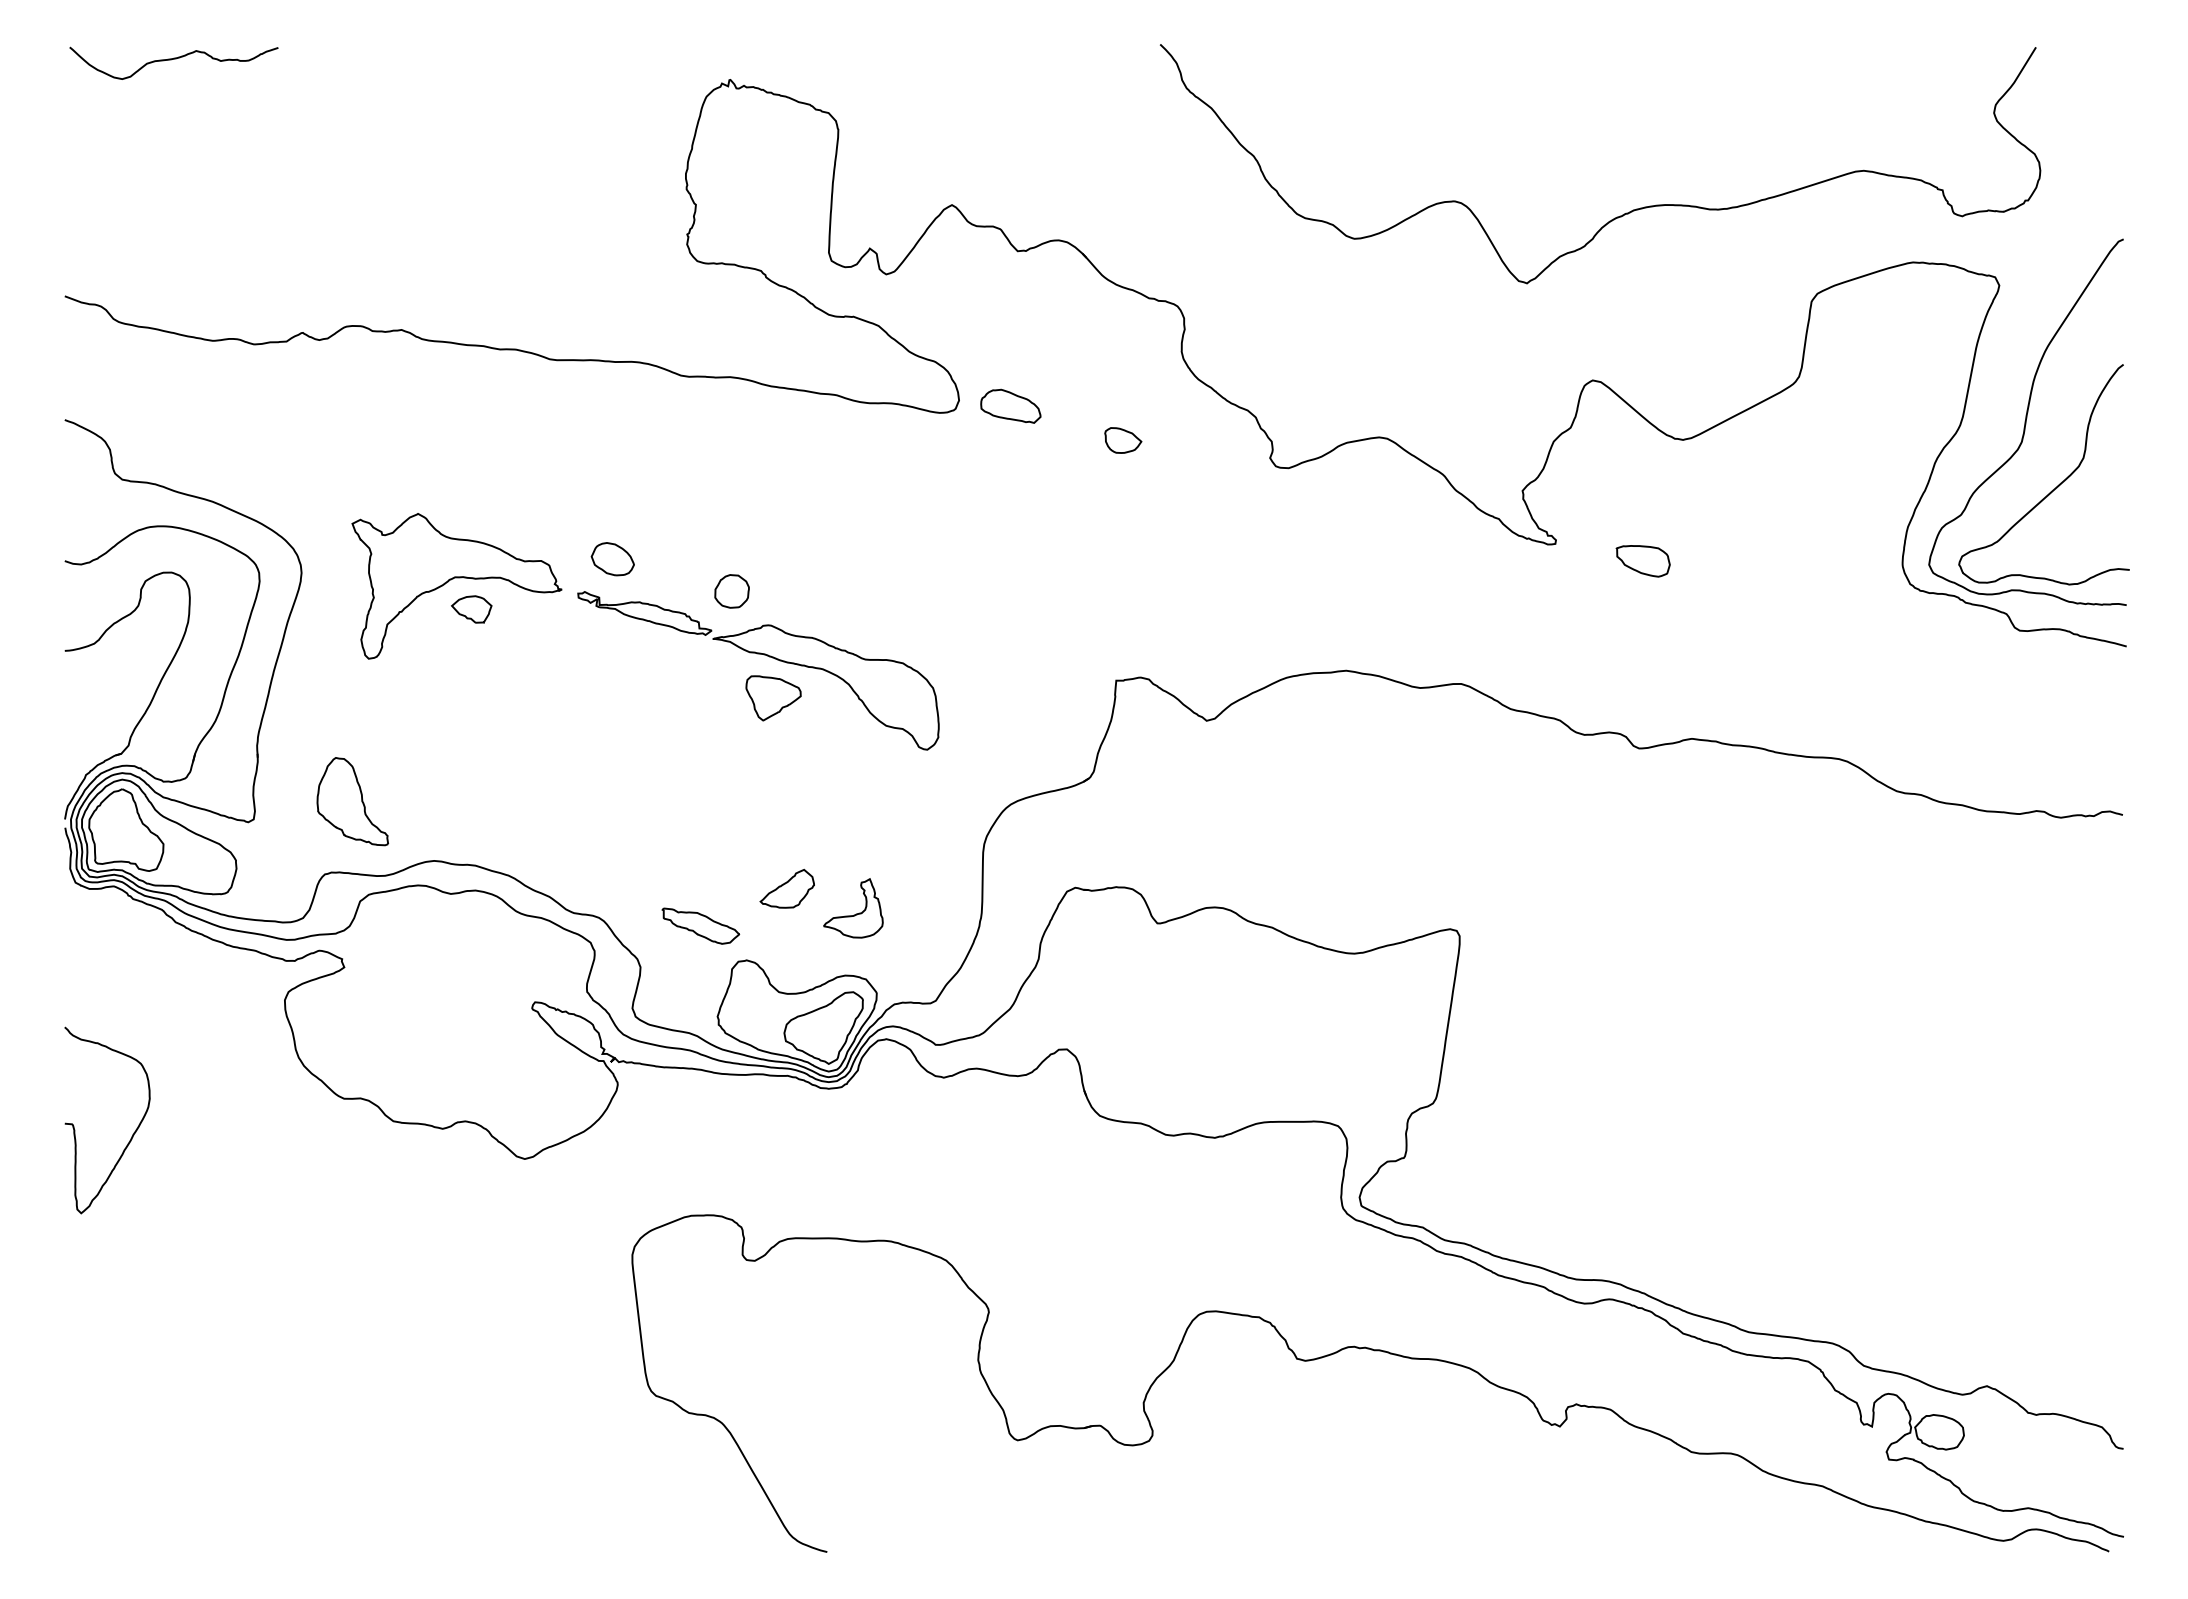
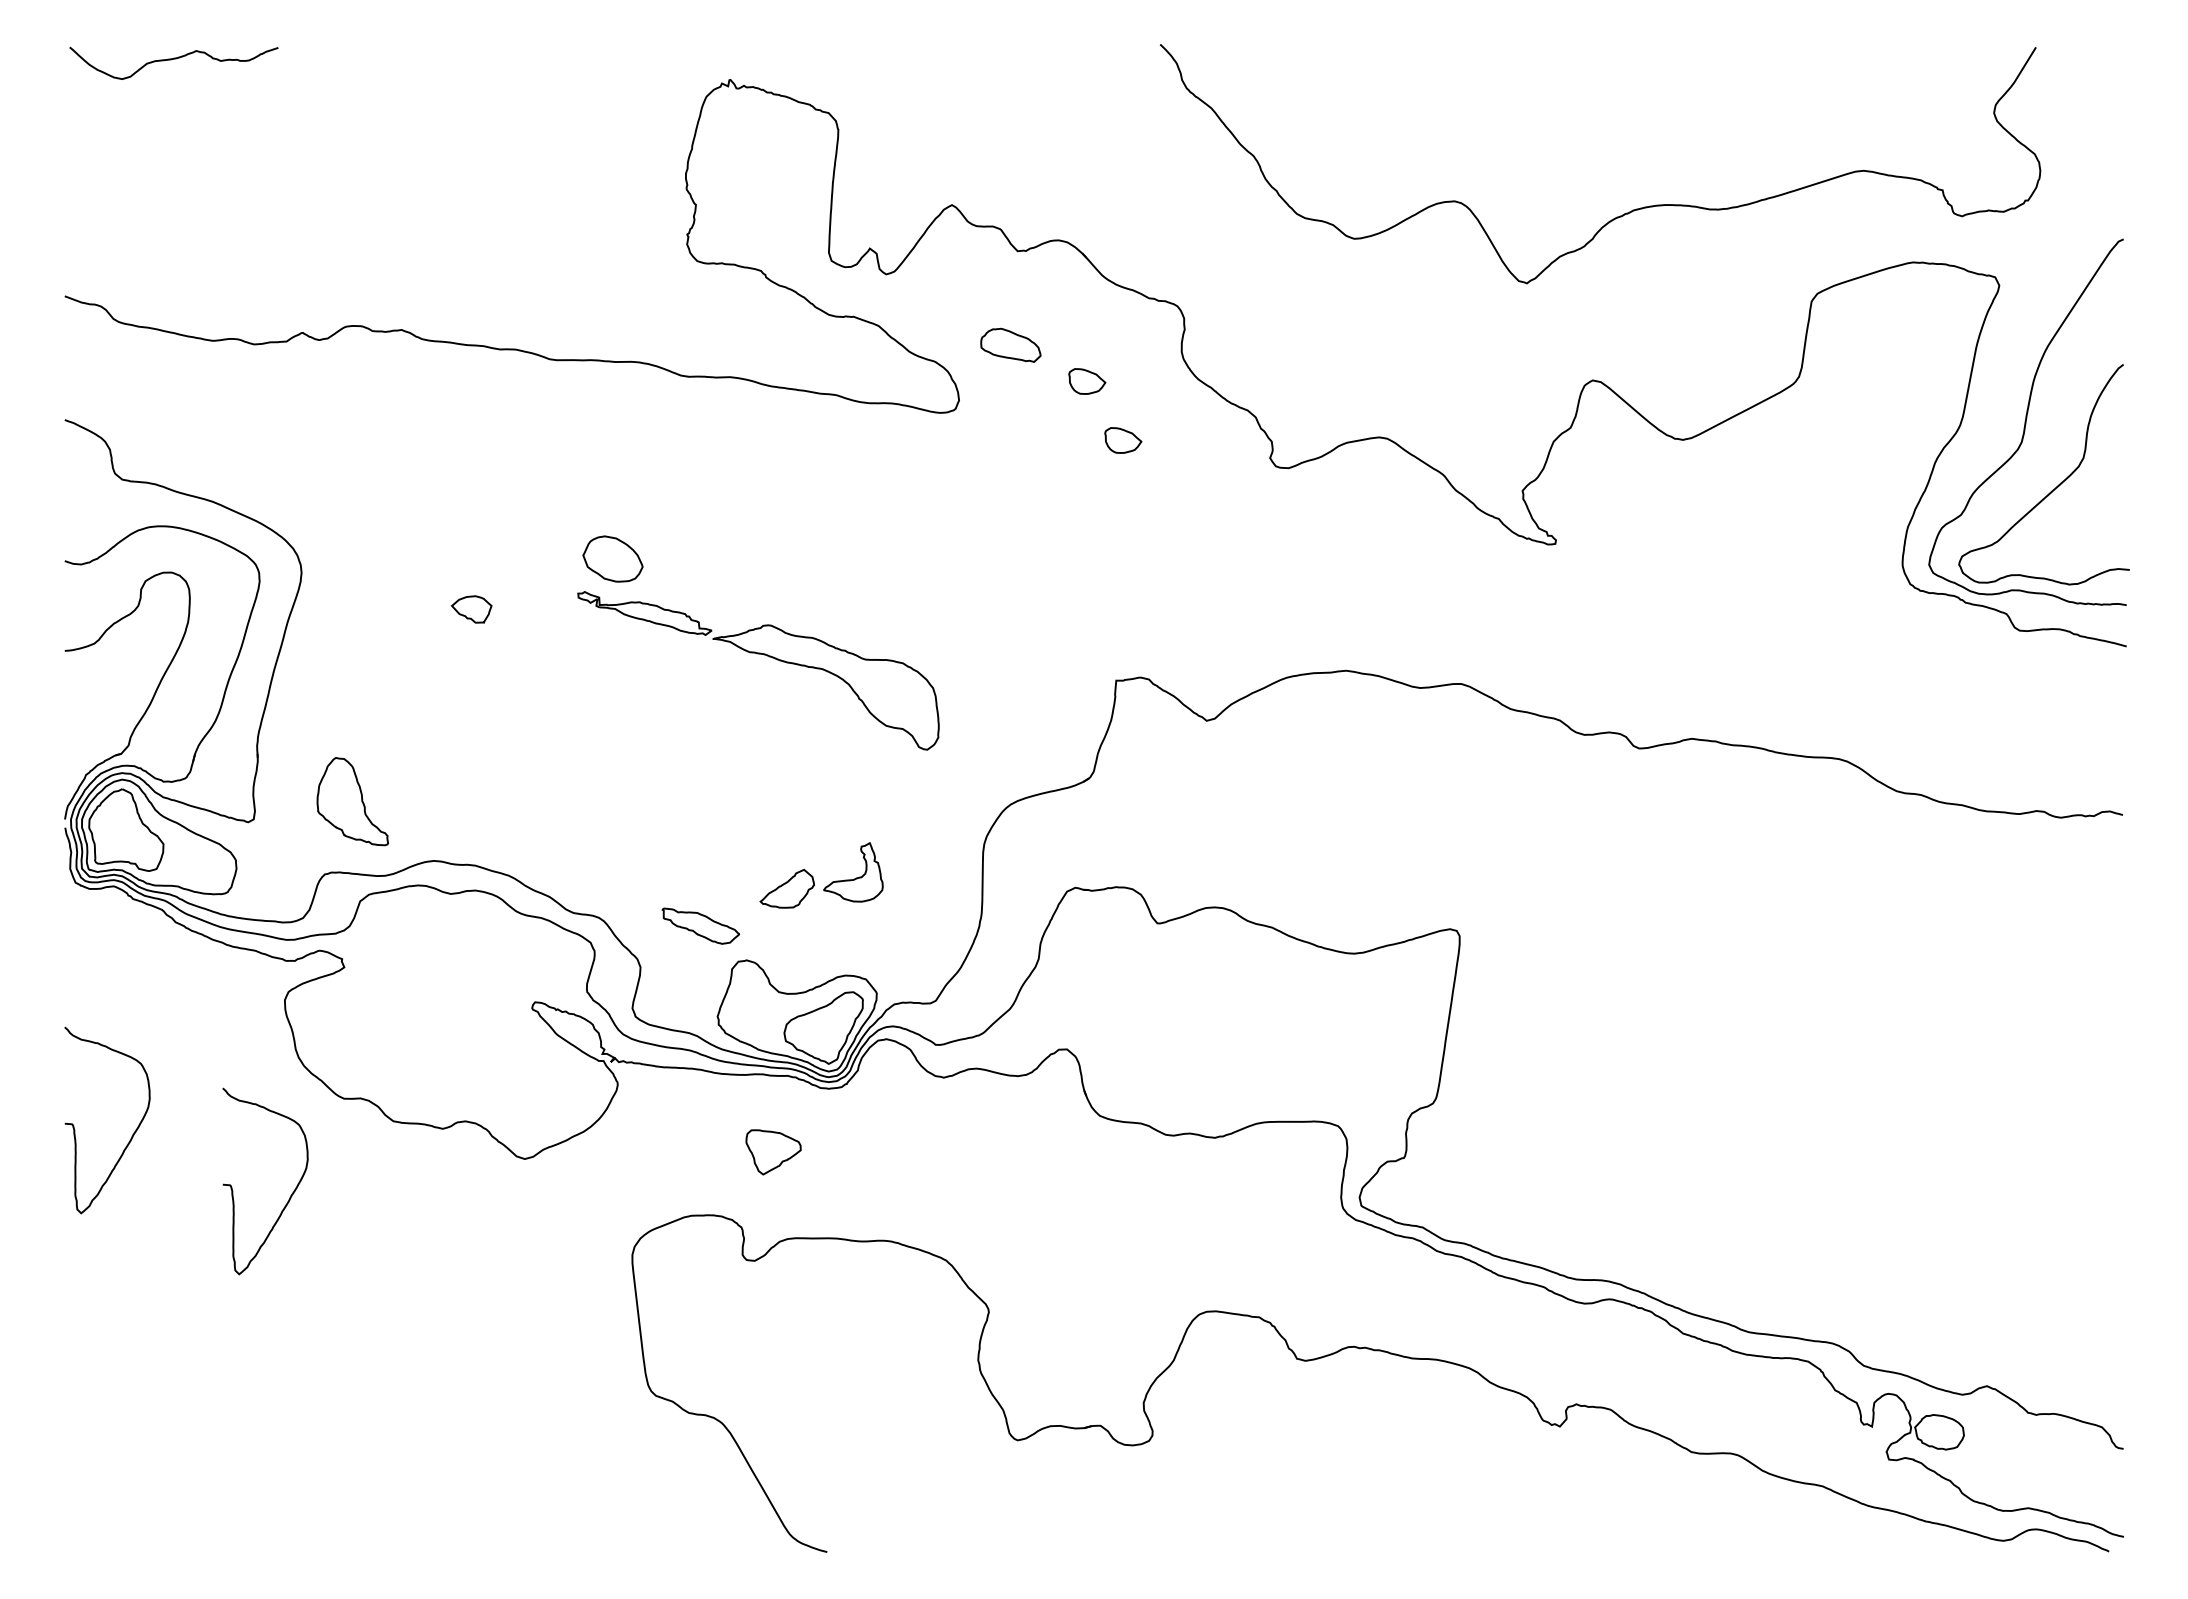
part at (1087, 381): none -> present
part at (1010, 405) position: (1010, 405) -> (1010, 344)
part at (612, 559) size: 45x35 px -> 62x48 px
part at (1642, 561): present -> none
part at (453, 579): present -> none
part at (731, 591): present -> none
part at (773, 698) position: (773, 698) -> (773, 1152)
part at (853, 908) position: (853, 908) -> (853, 872)
curve at (291, 1193): none -> present
